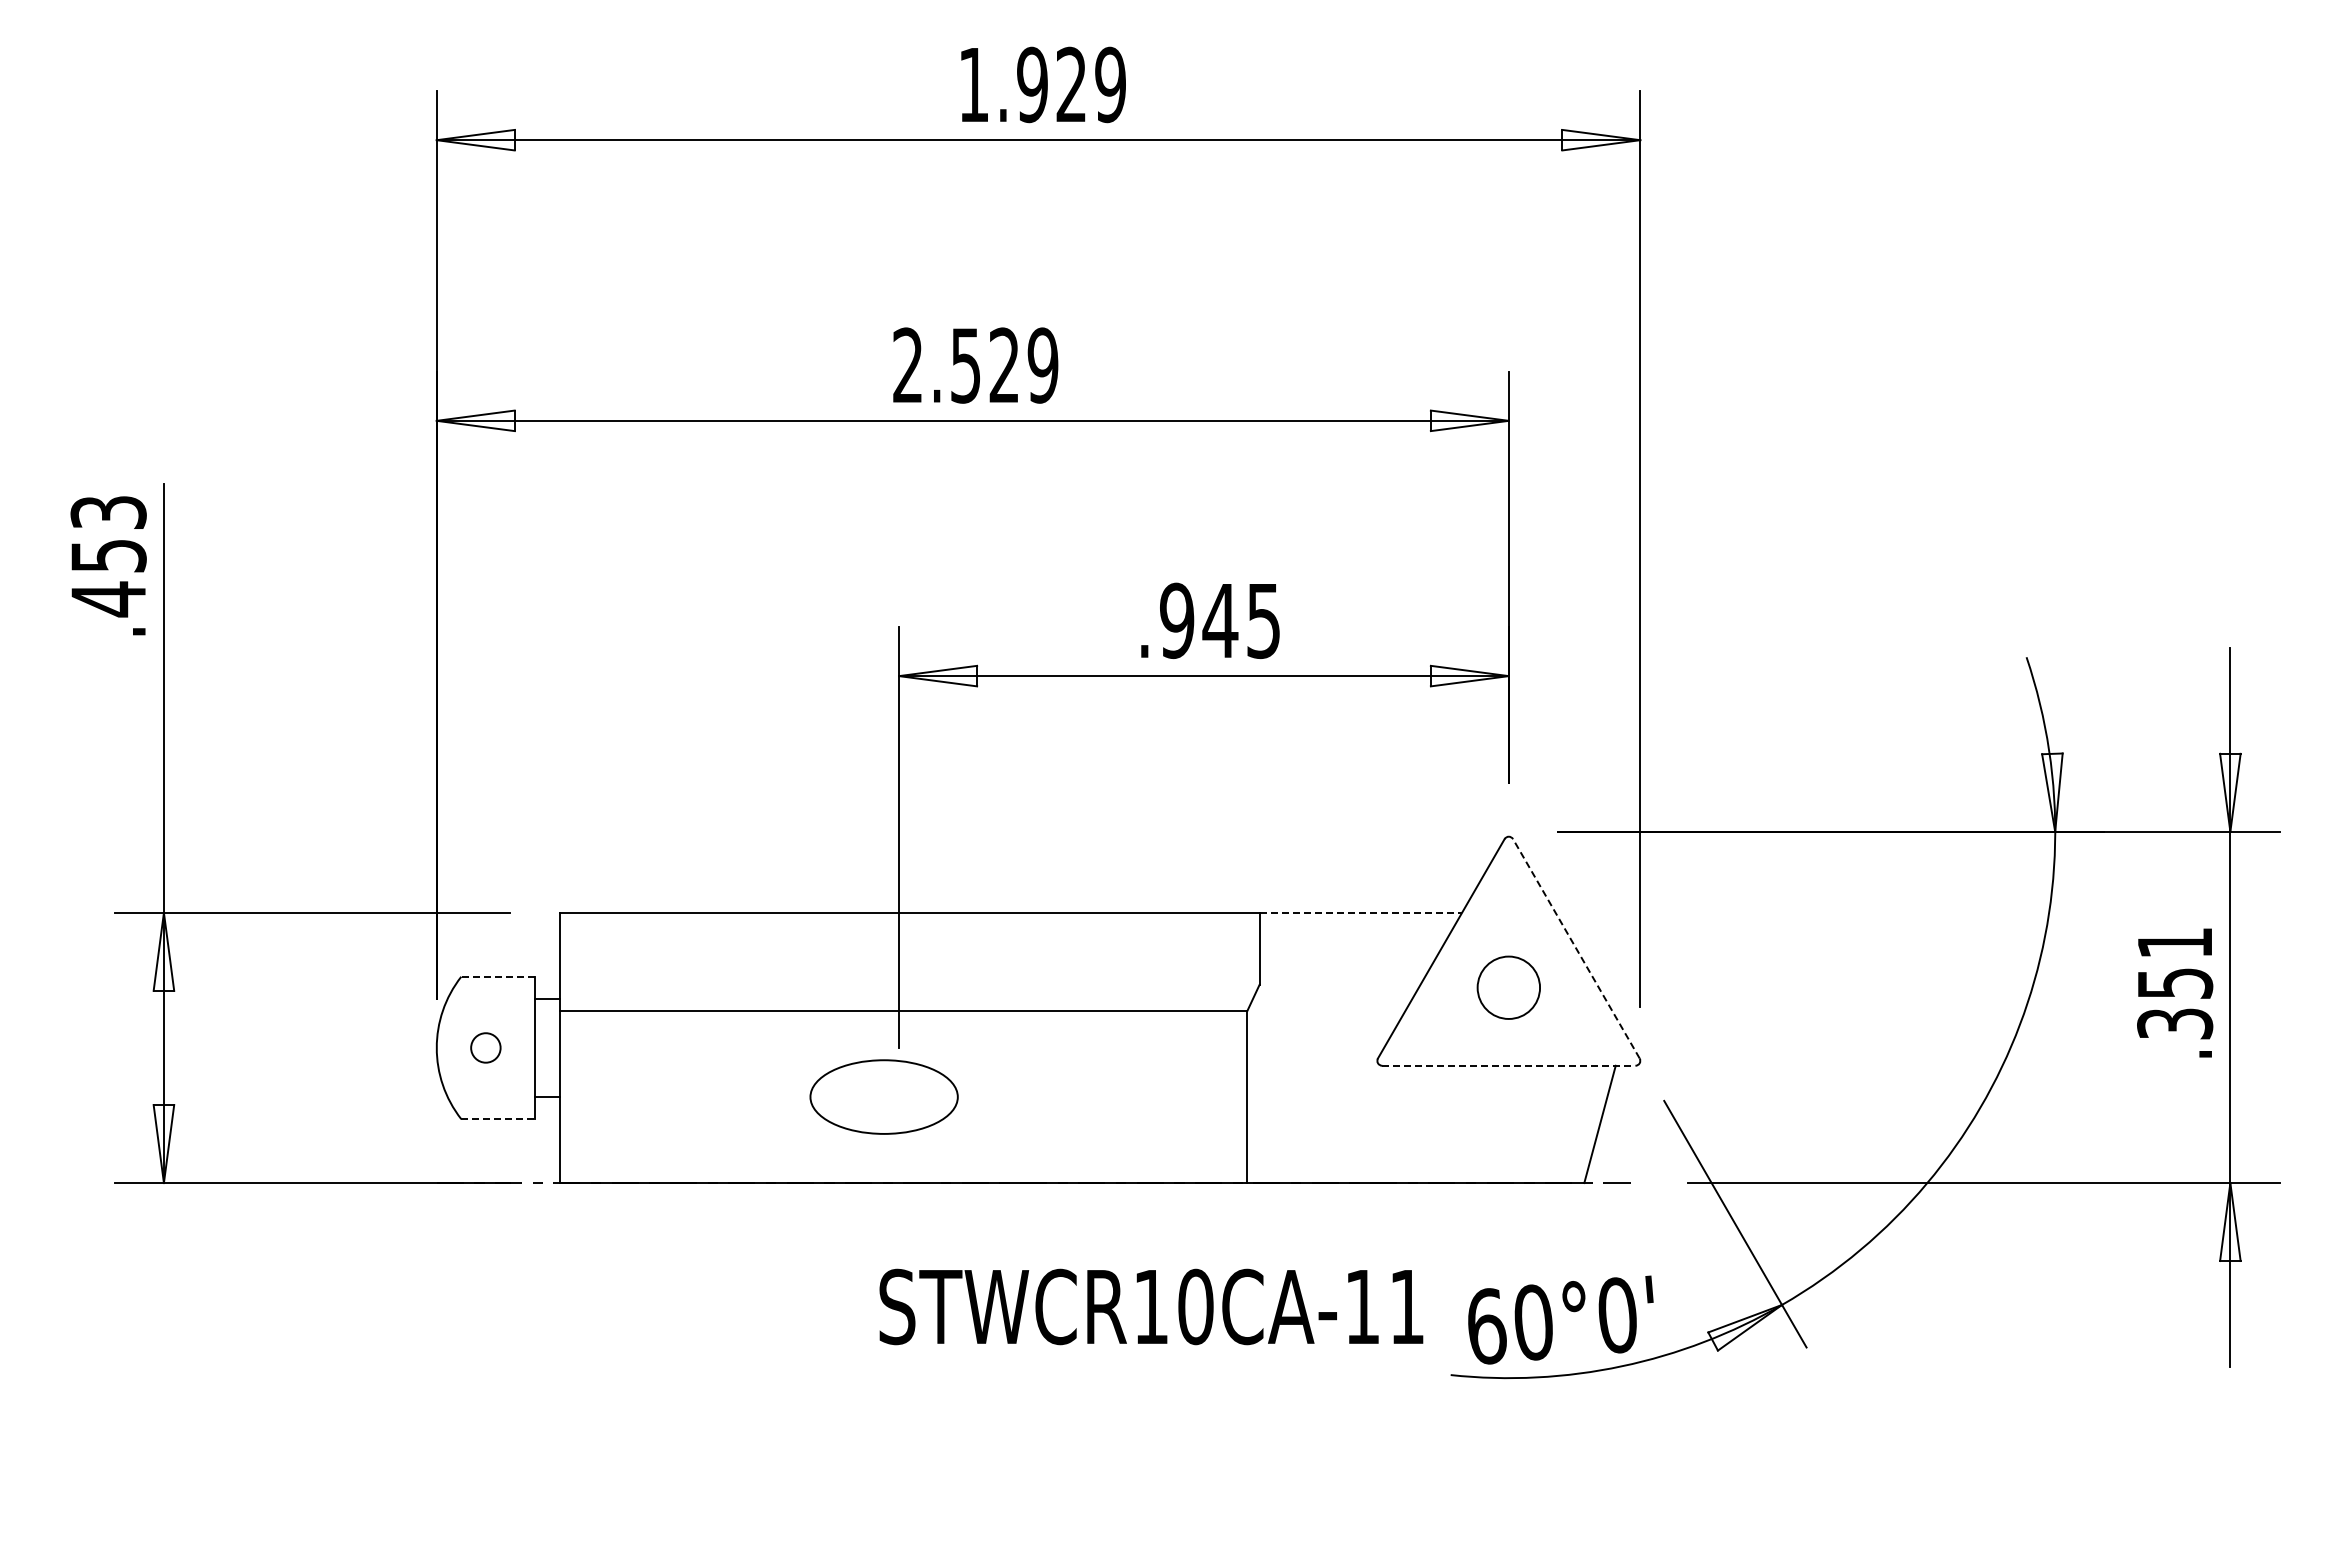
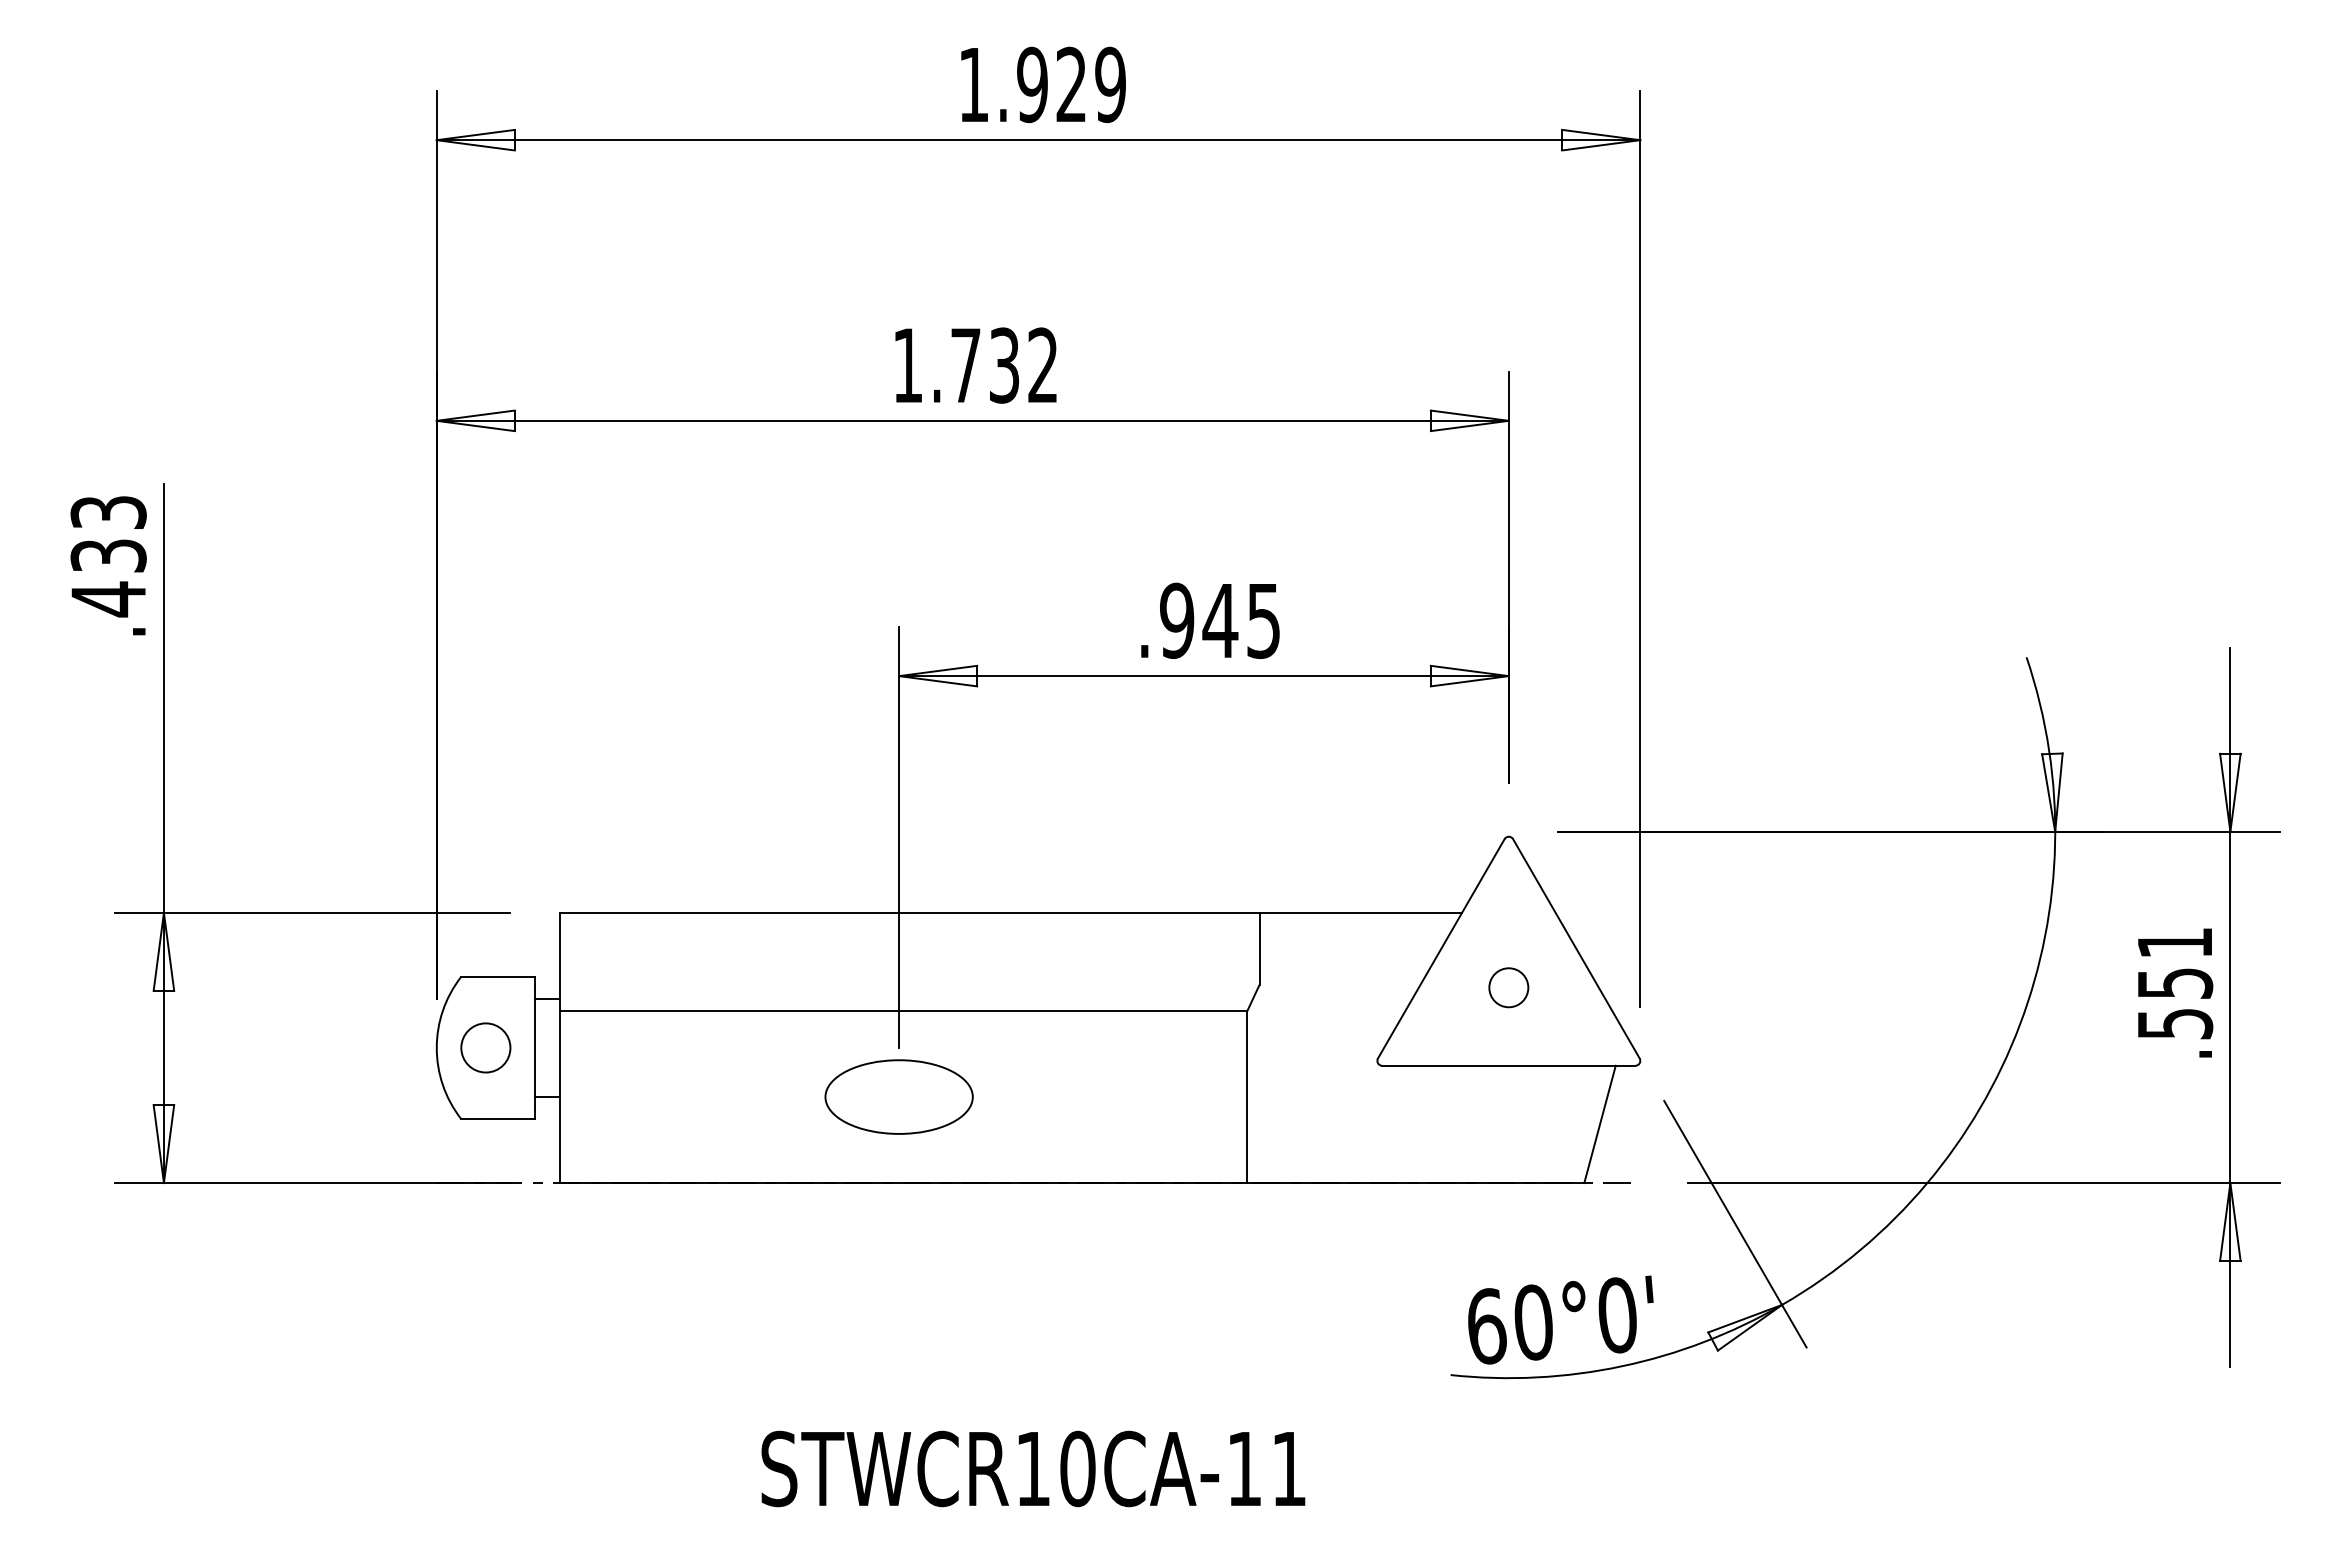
text at (975, 365): 2.529 -> 1.732
text at (108, 555): .453 -> .433
line at (1361, 912): dashed -> solid
line at (1576, 948): dashed -> solid
line at (498, 976): dashed -> solid
circle at (1508, 987) diameter: 62 px -> 39 px
text at (2174, 1023): .351 -> .551
circle at (485, 1047) diameter: 29 px -> 49 px
line at (1508, 1065): dashed -> solid
part at (883, 1096) position: (883, 1096) -> (898, 1096)
line at (498, 1119): dashed -> solid
text at (1151, 1306) position: (1151, 1306) -> (1033, 1468)
